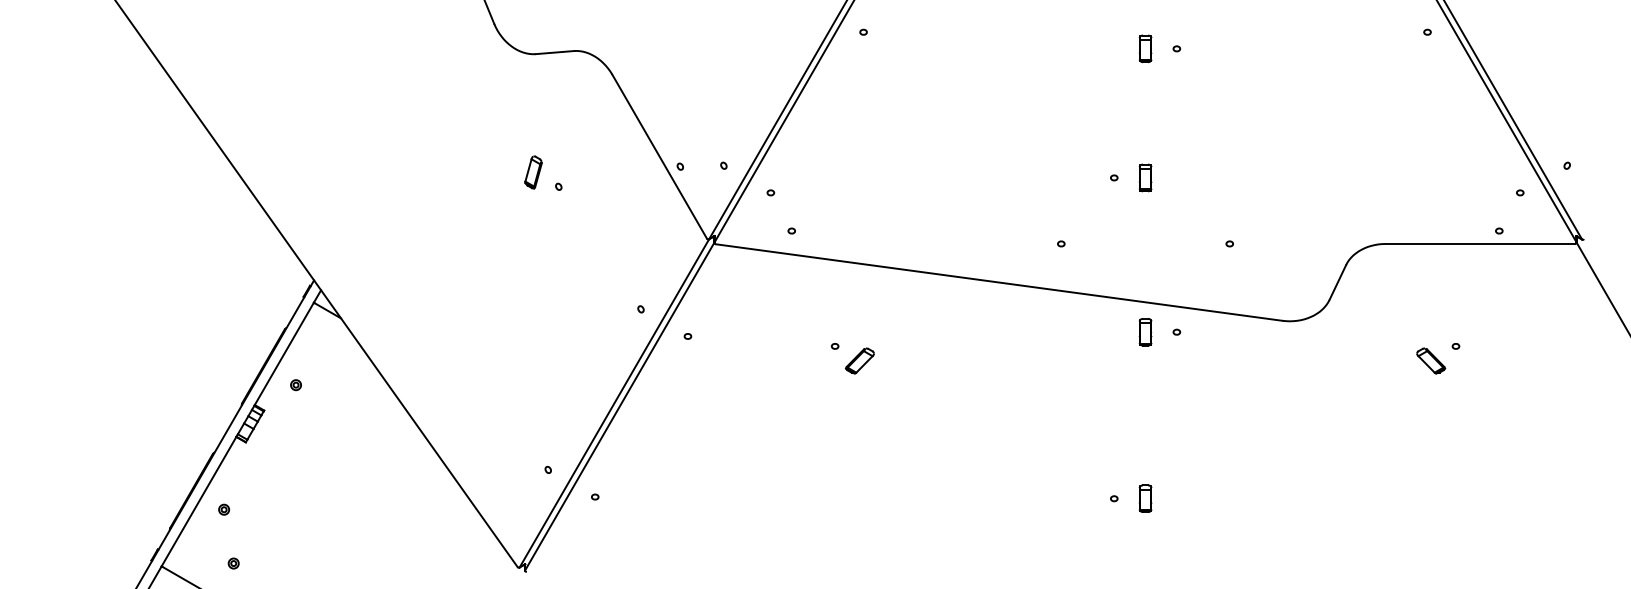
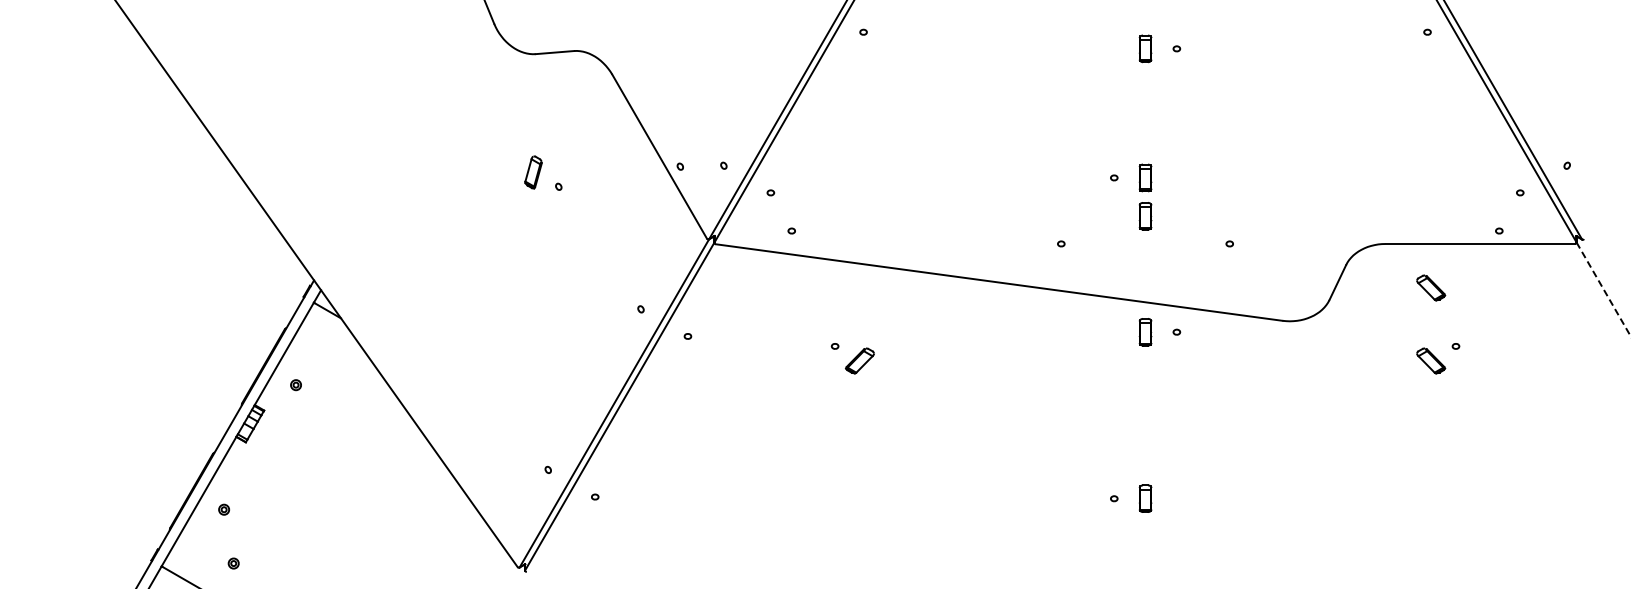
part at (1145, 216): none -> present
part at (1431, 287): none -> present
line at (1604, 290): solid -> dashed
